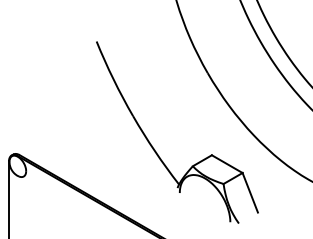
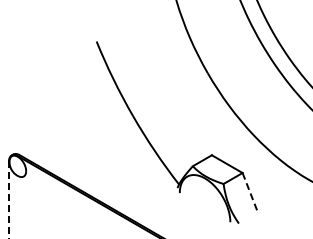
line at (250, 193): solid -> dashed
line at (9, 200): solid -> dashed
